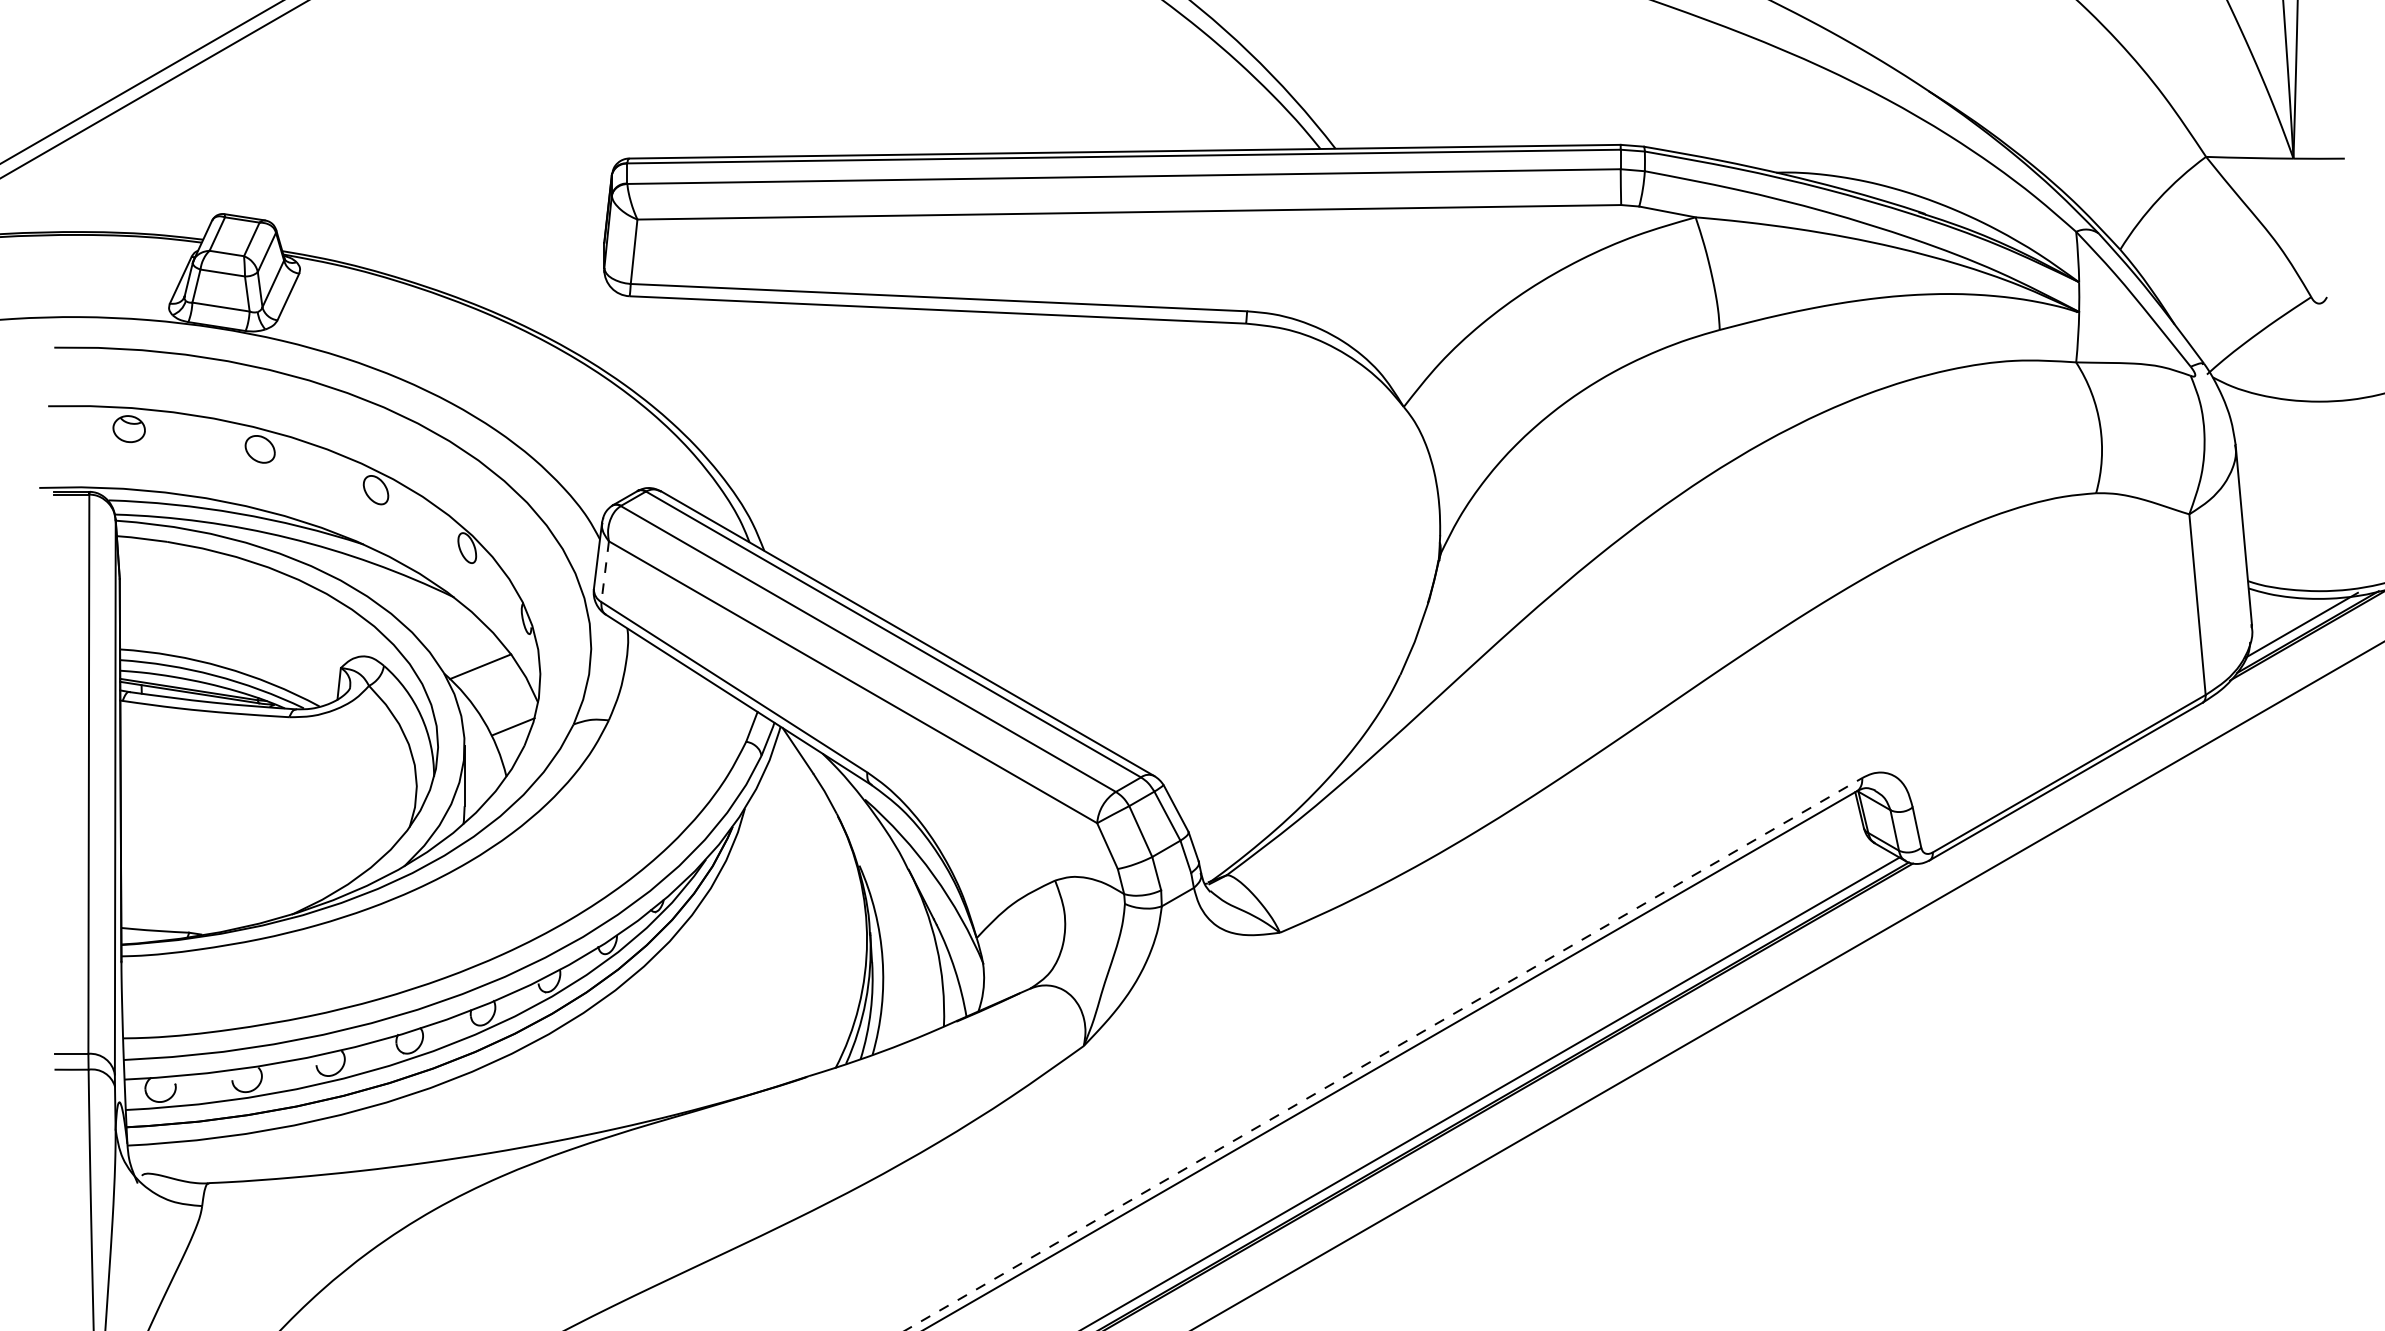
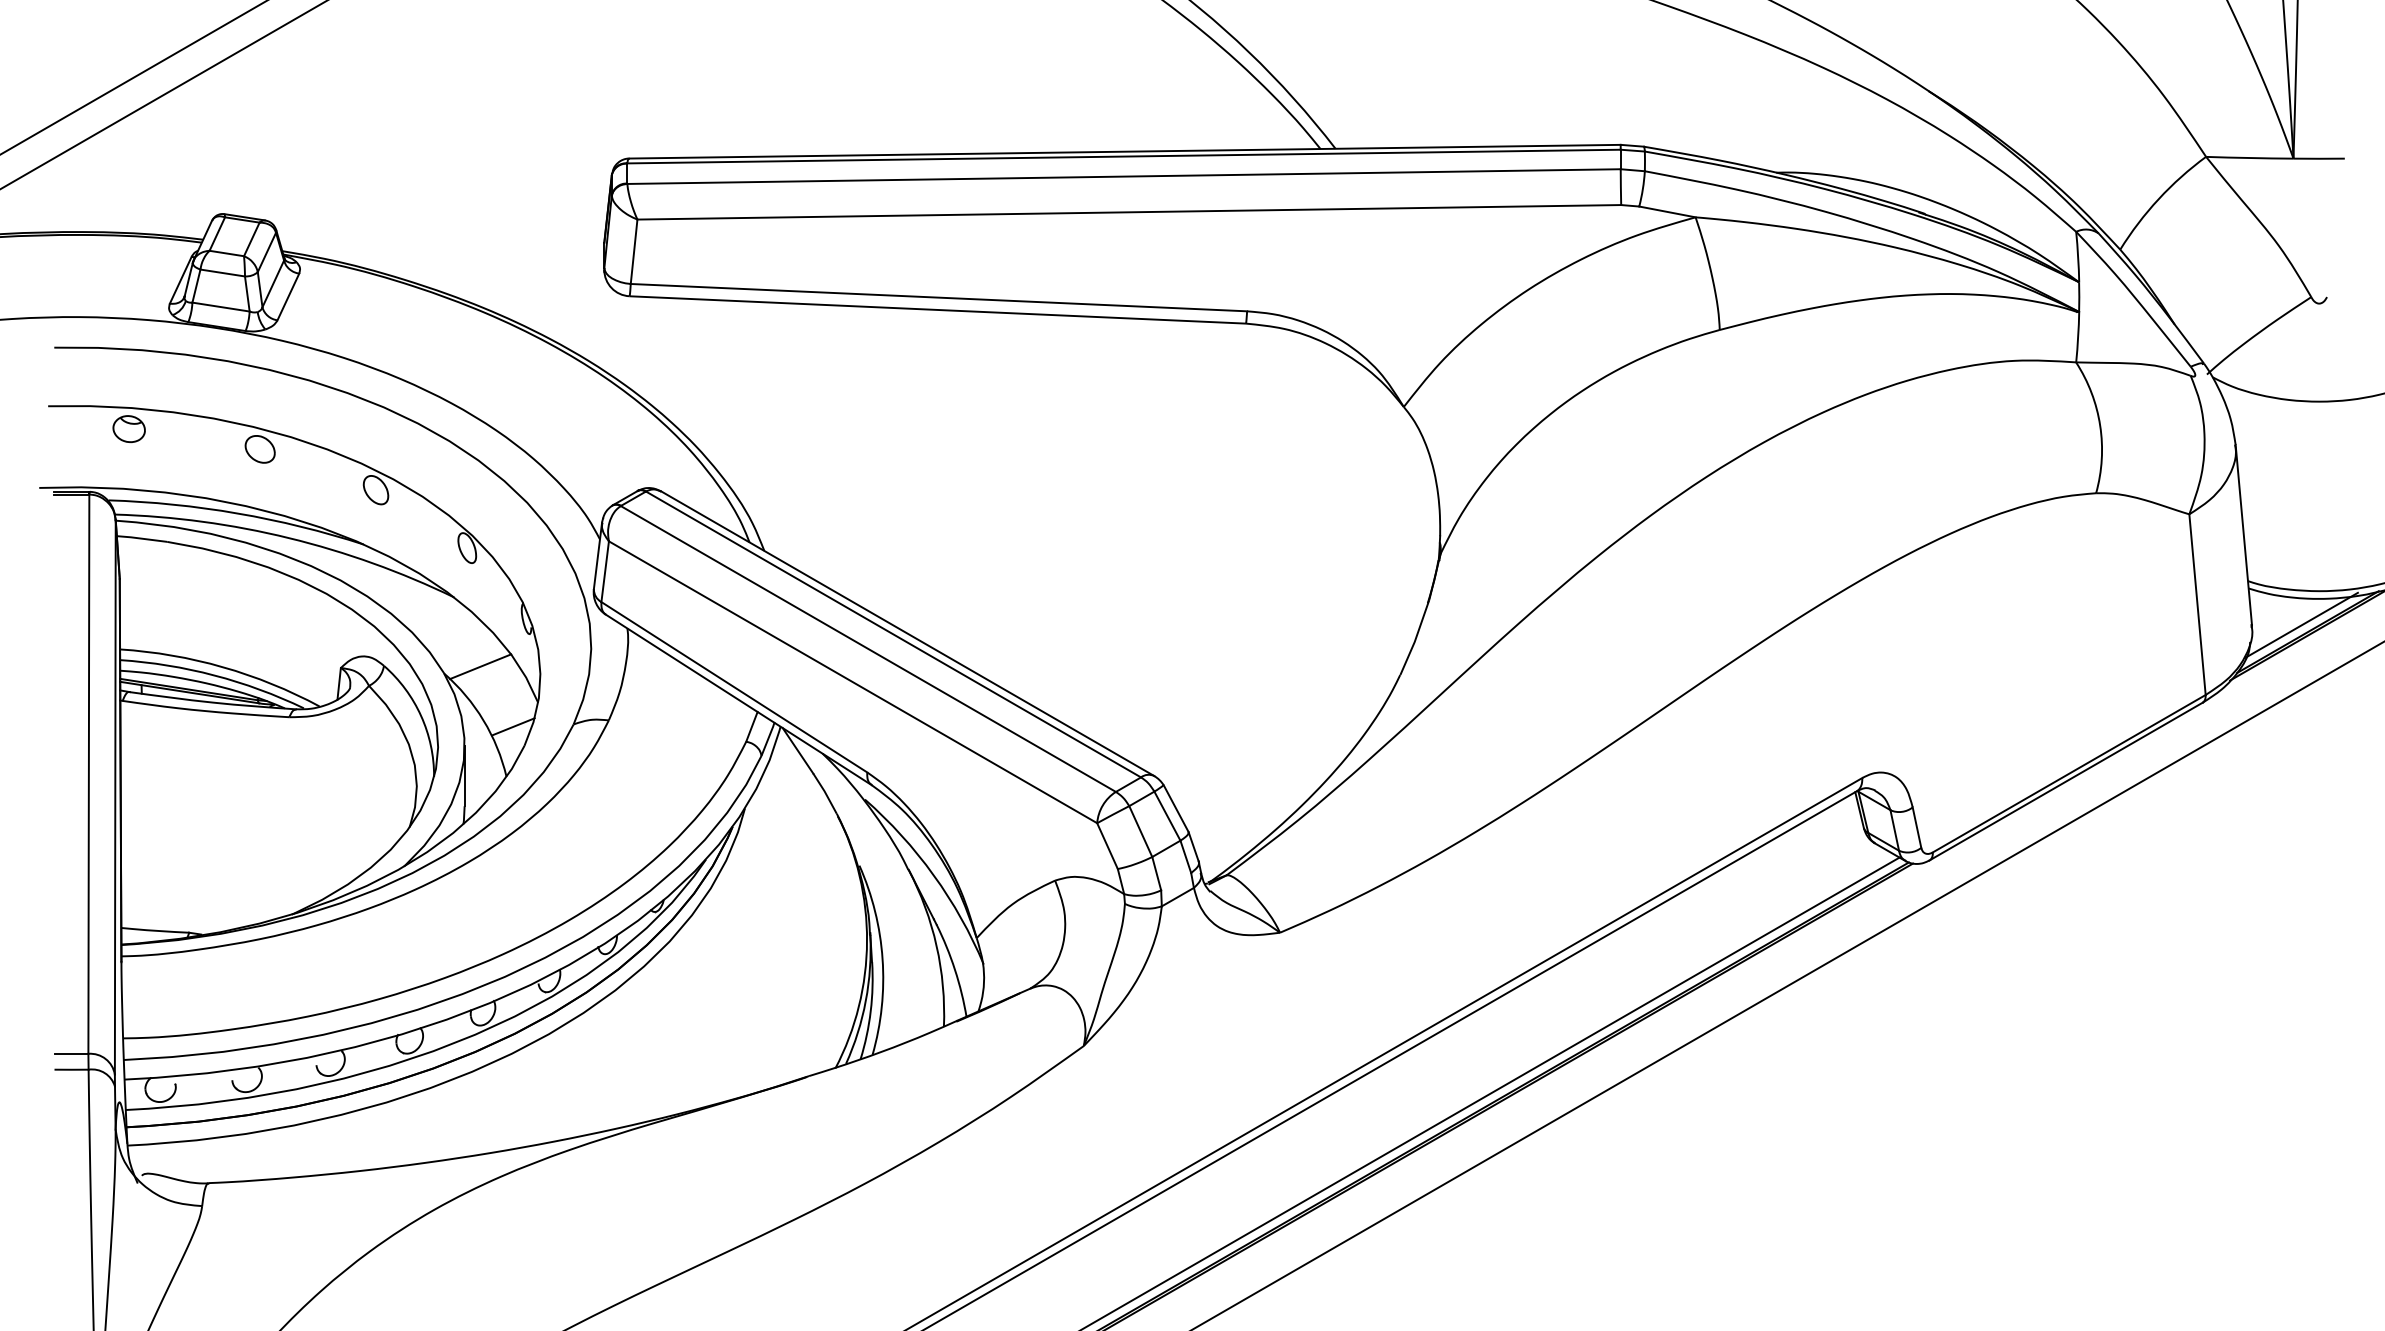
line at (141, 82) position: (141, 82) -> (163, 95)
line at (153, 89) position: (153, 89) -> (133, 77)
line at (605, 571): dashed -> solid
line at (1383, 1054): dashed -> solid
